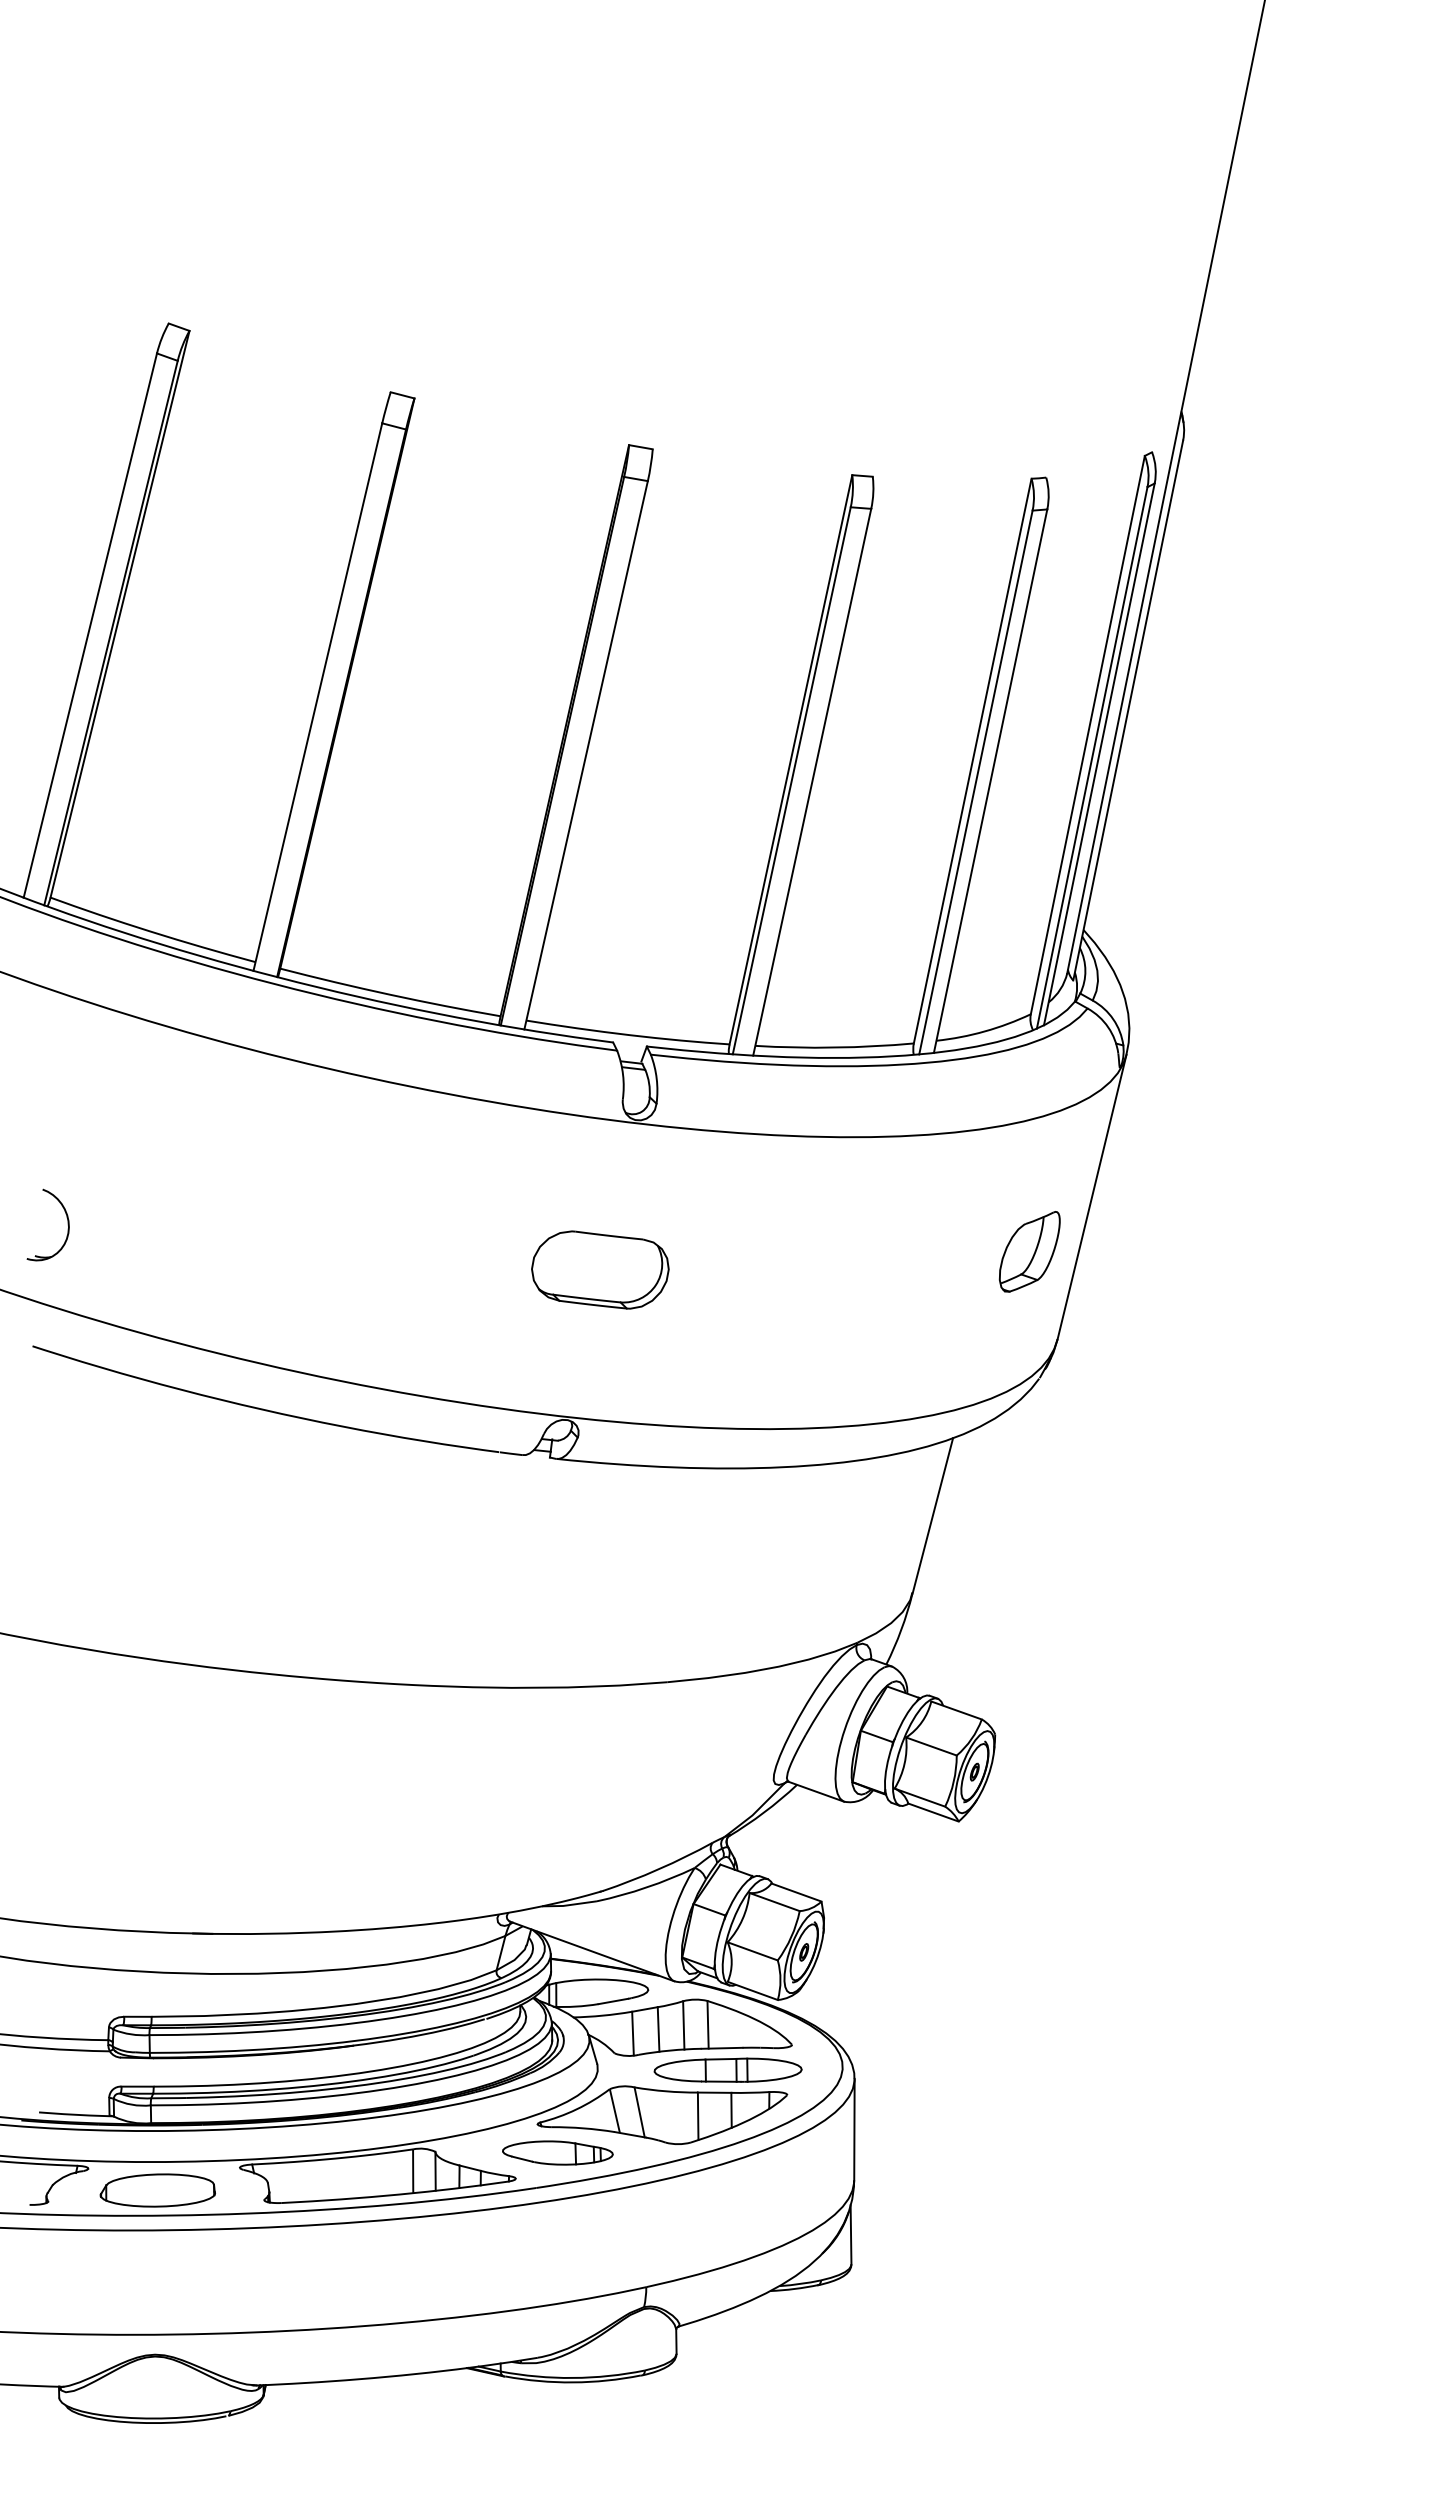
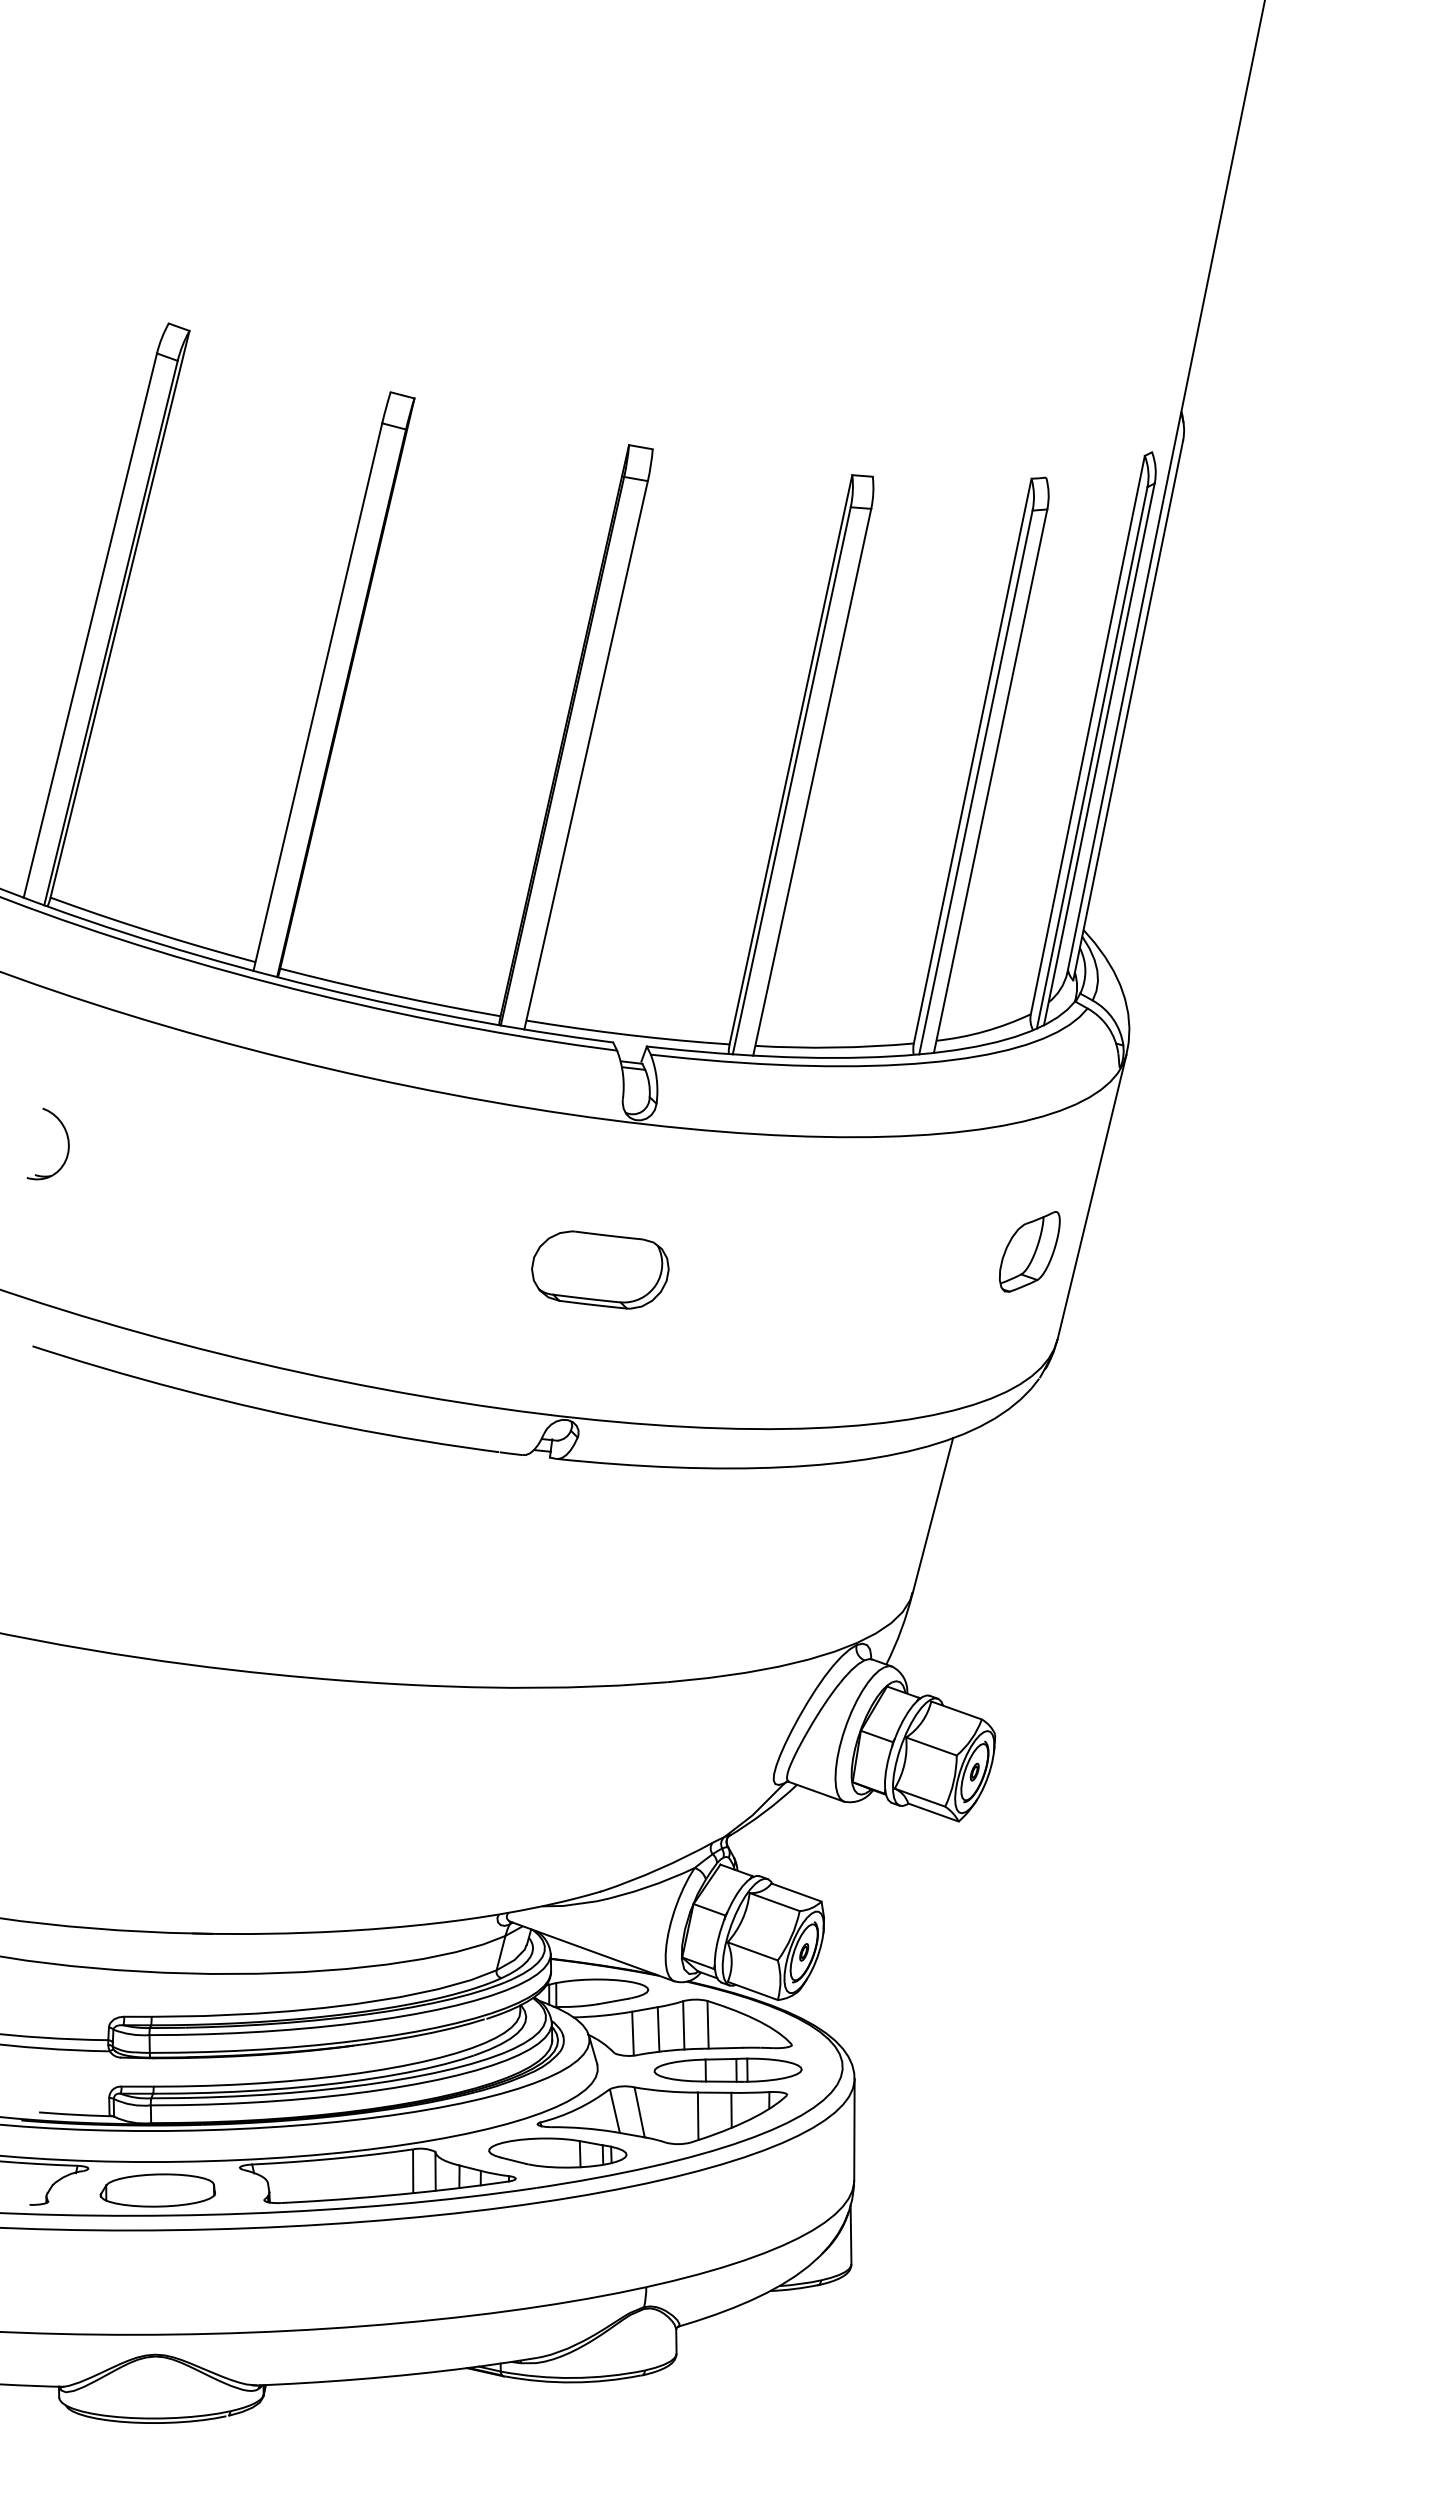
part at (67, 1224) position: (67, 1224) -> (67, 1143)
part at (557, 2152) size: 112x26 px -> 140x32 px
